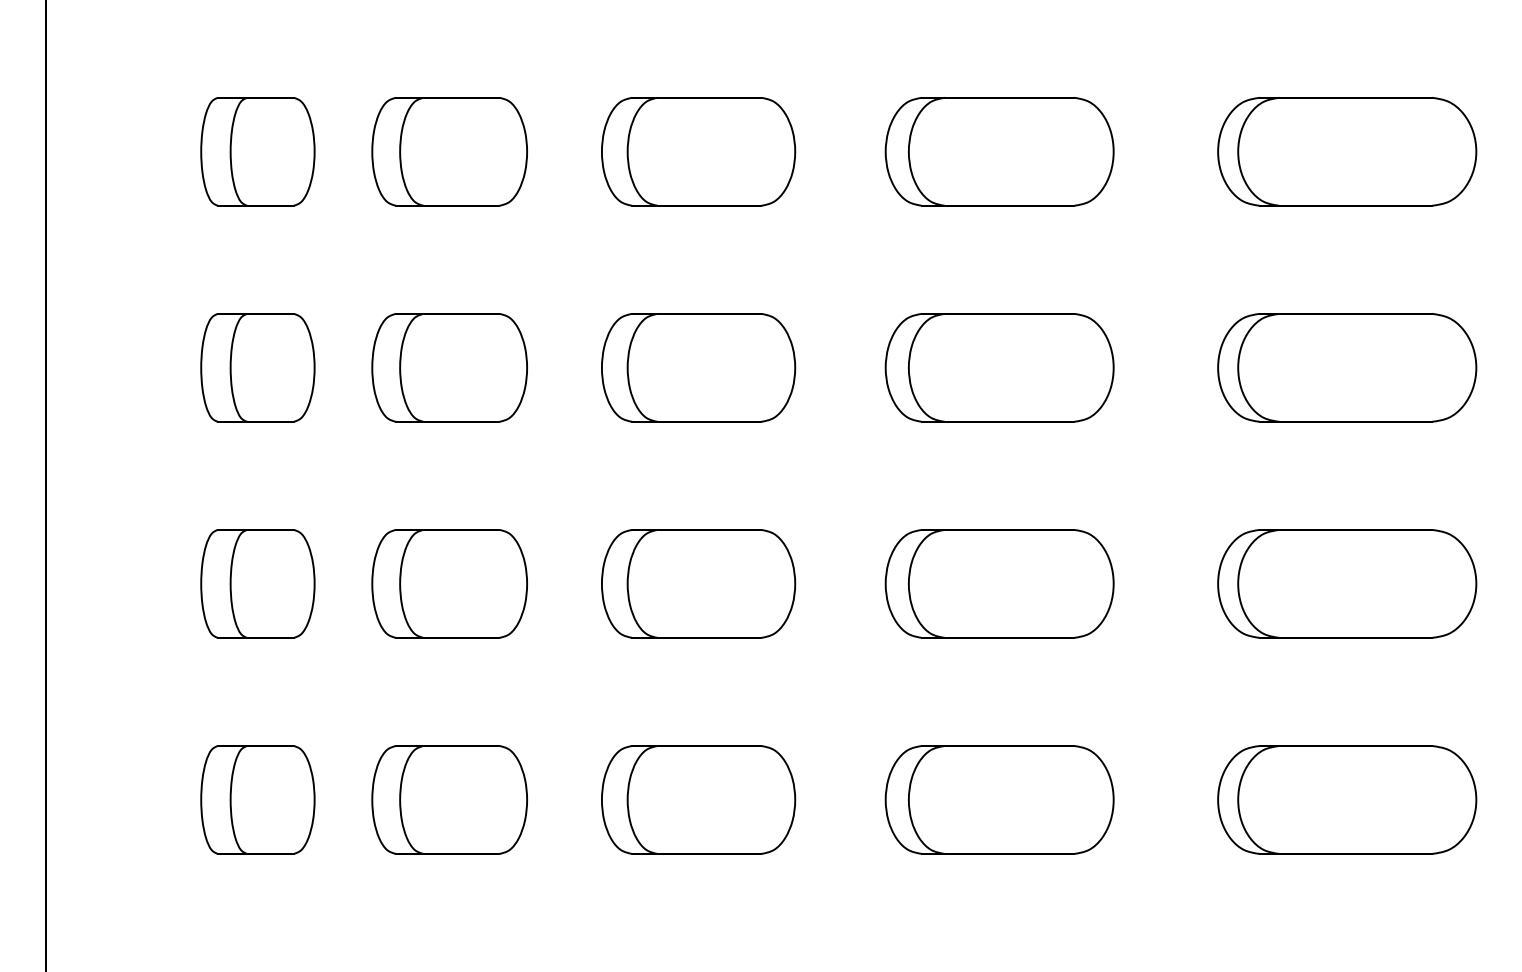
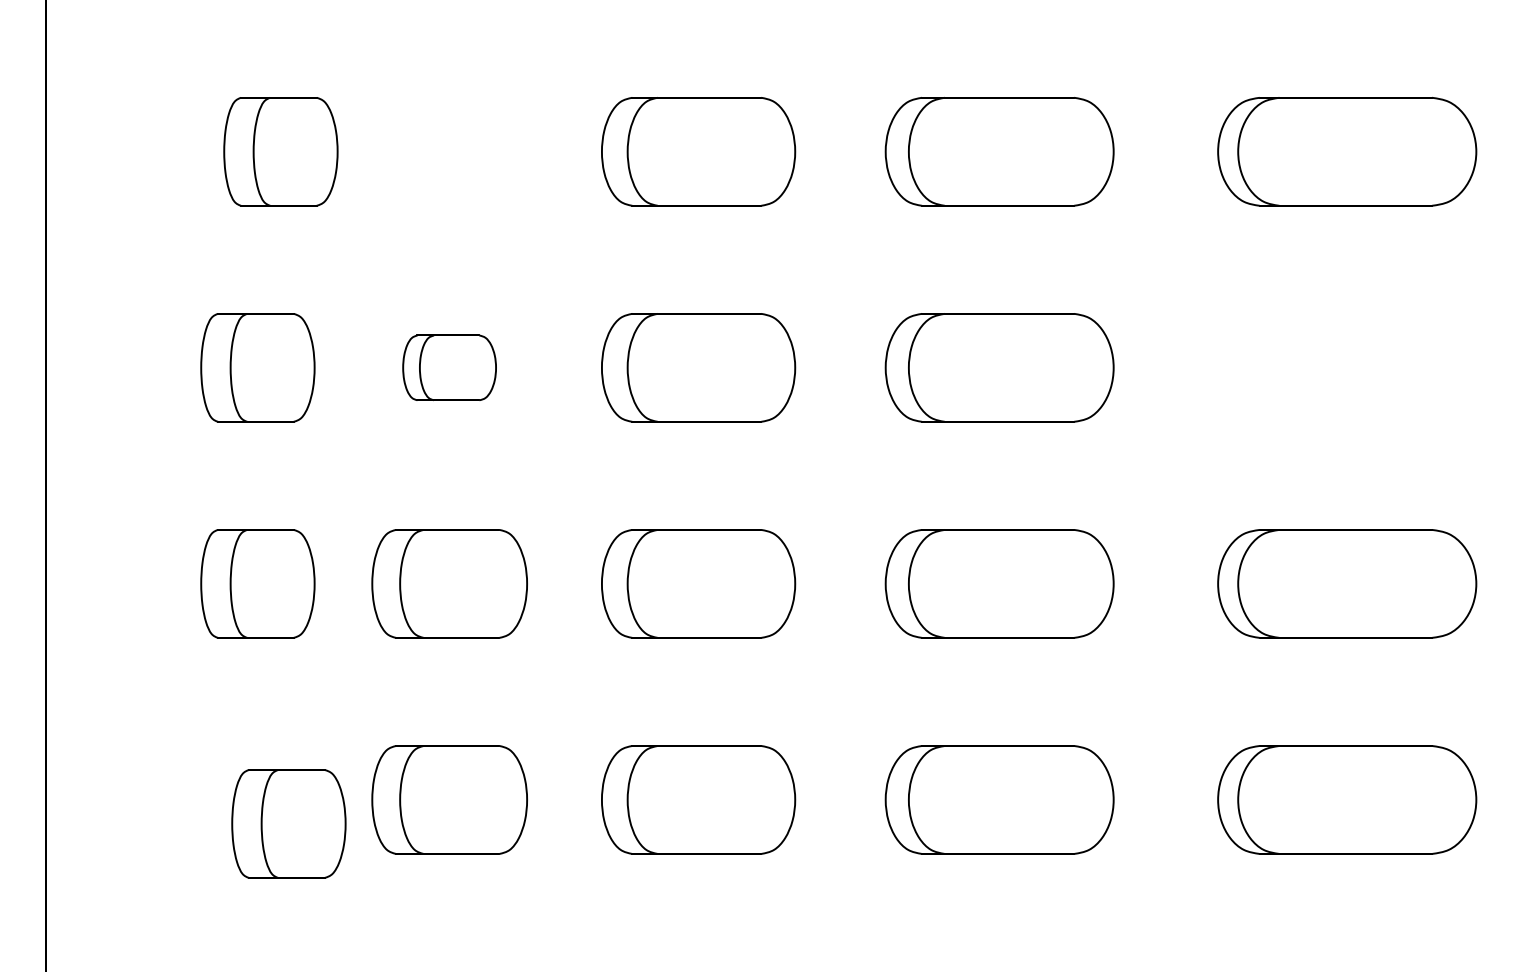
part at (257, 151) position: (257, 151) -> (280, 151)
part at (449, 151): present -> none
part at (449, 367) size: 157x110 px -> 95x67 px
part at (1347, 367): present -> none
part at (257, 799) position: (257, 799) -> (288, 823)
